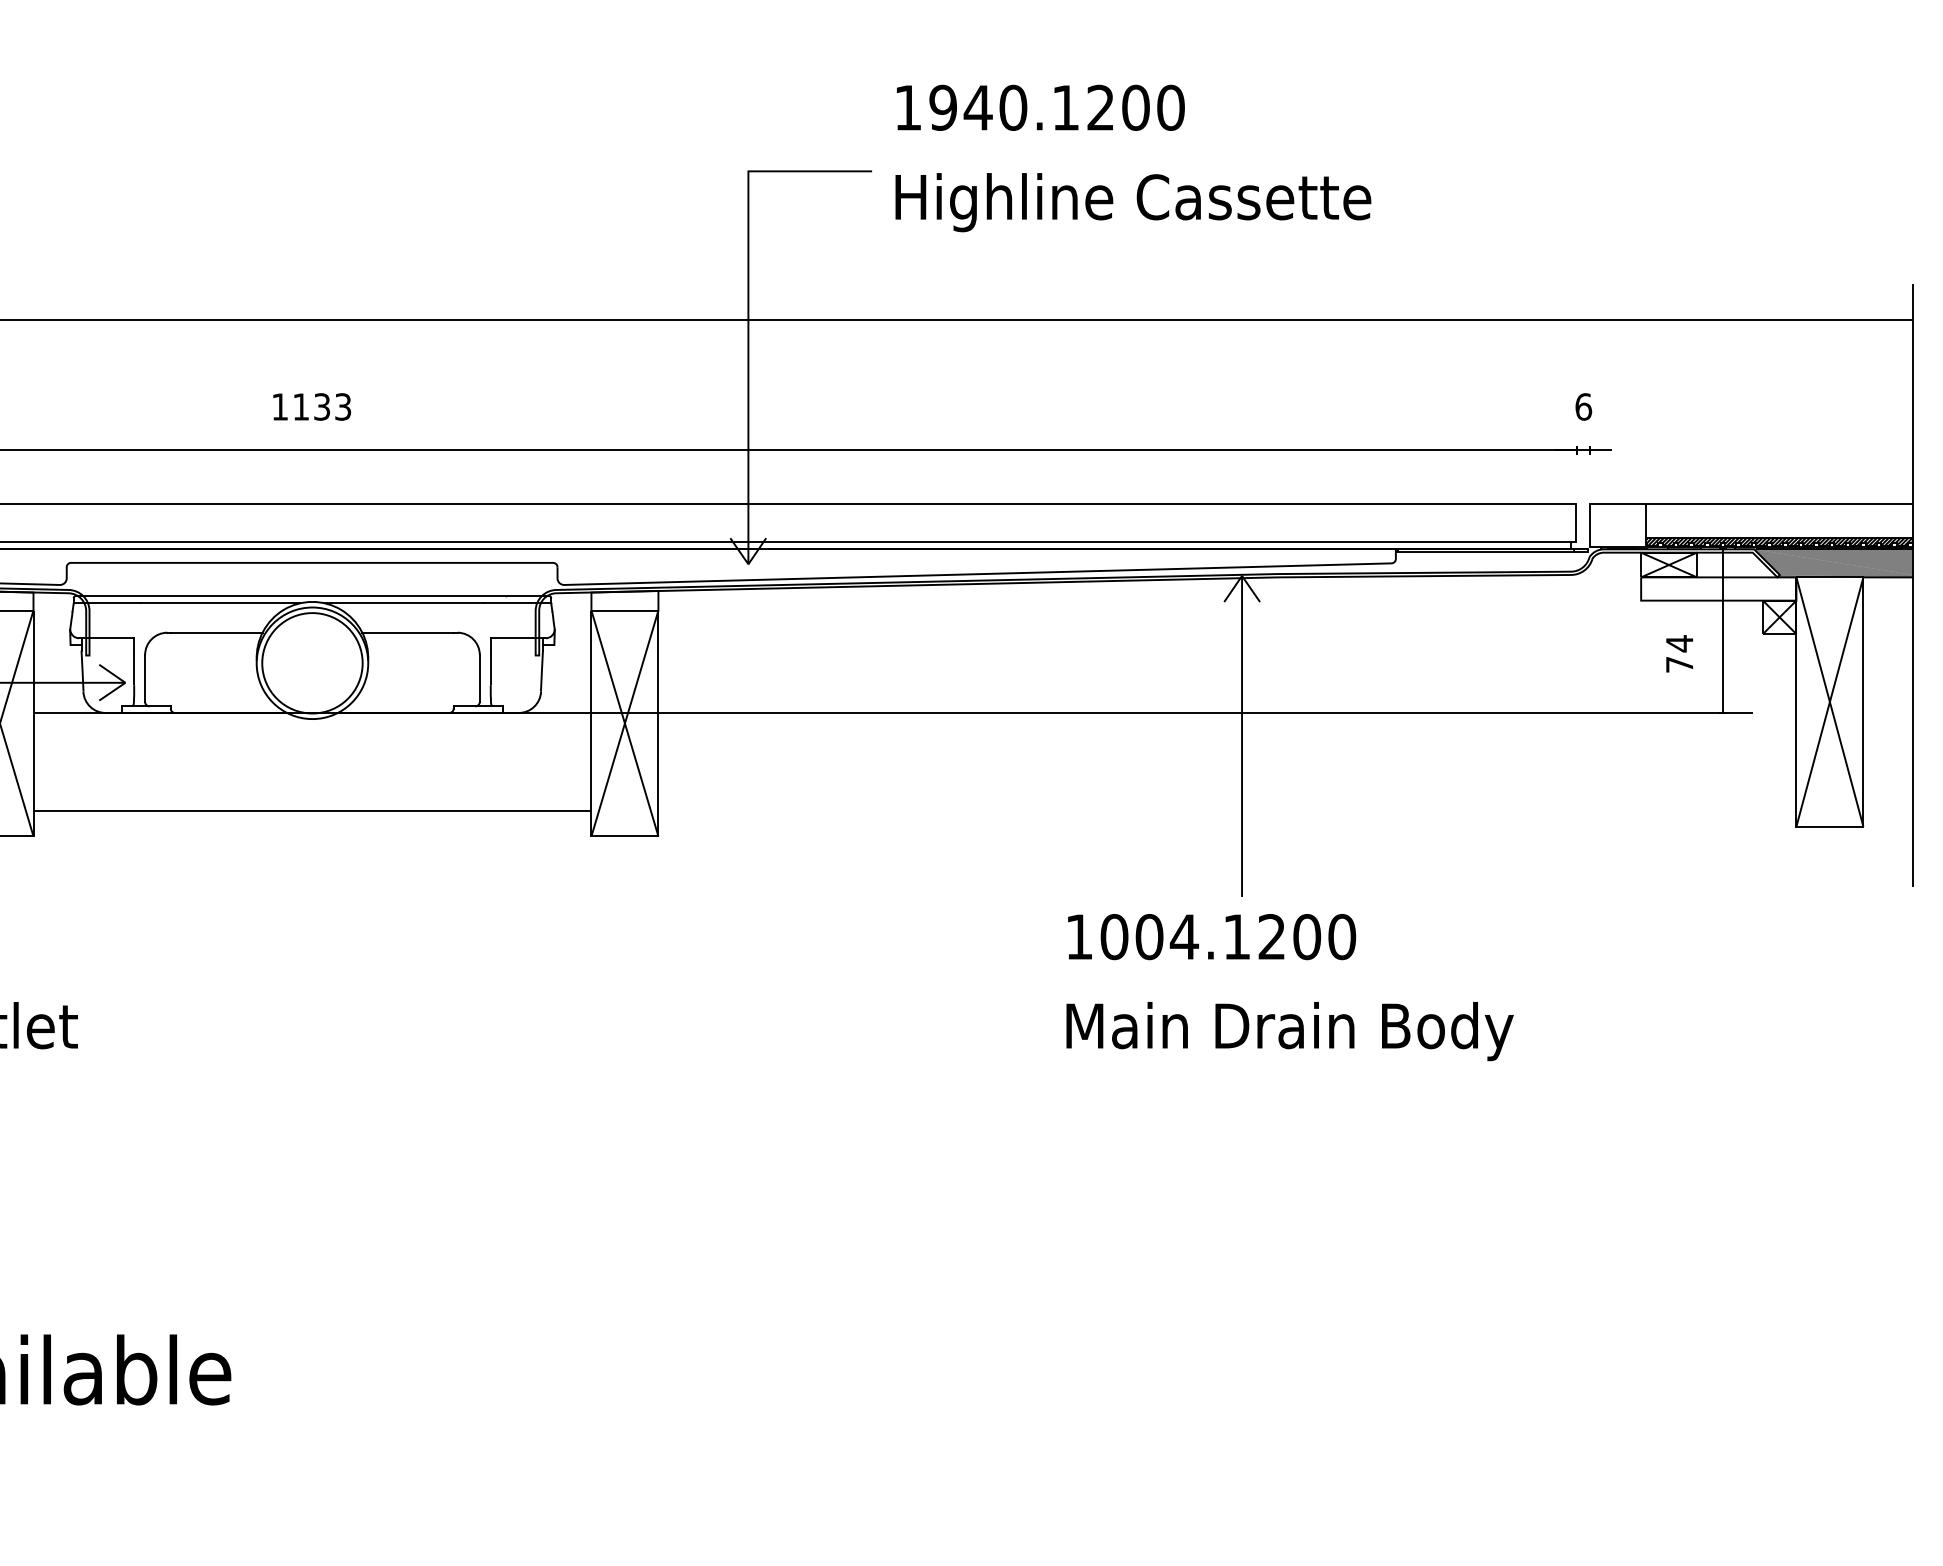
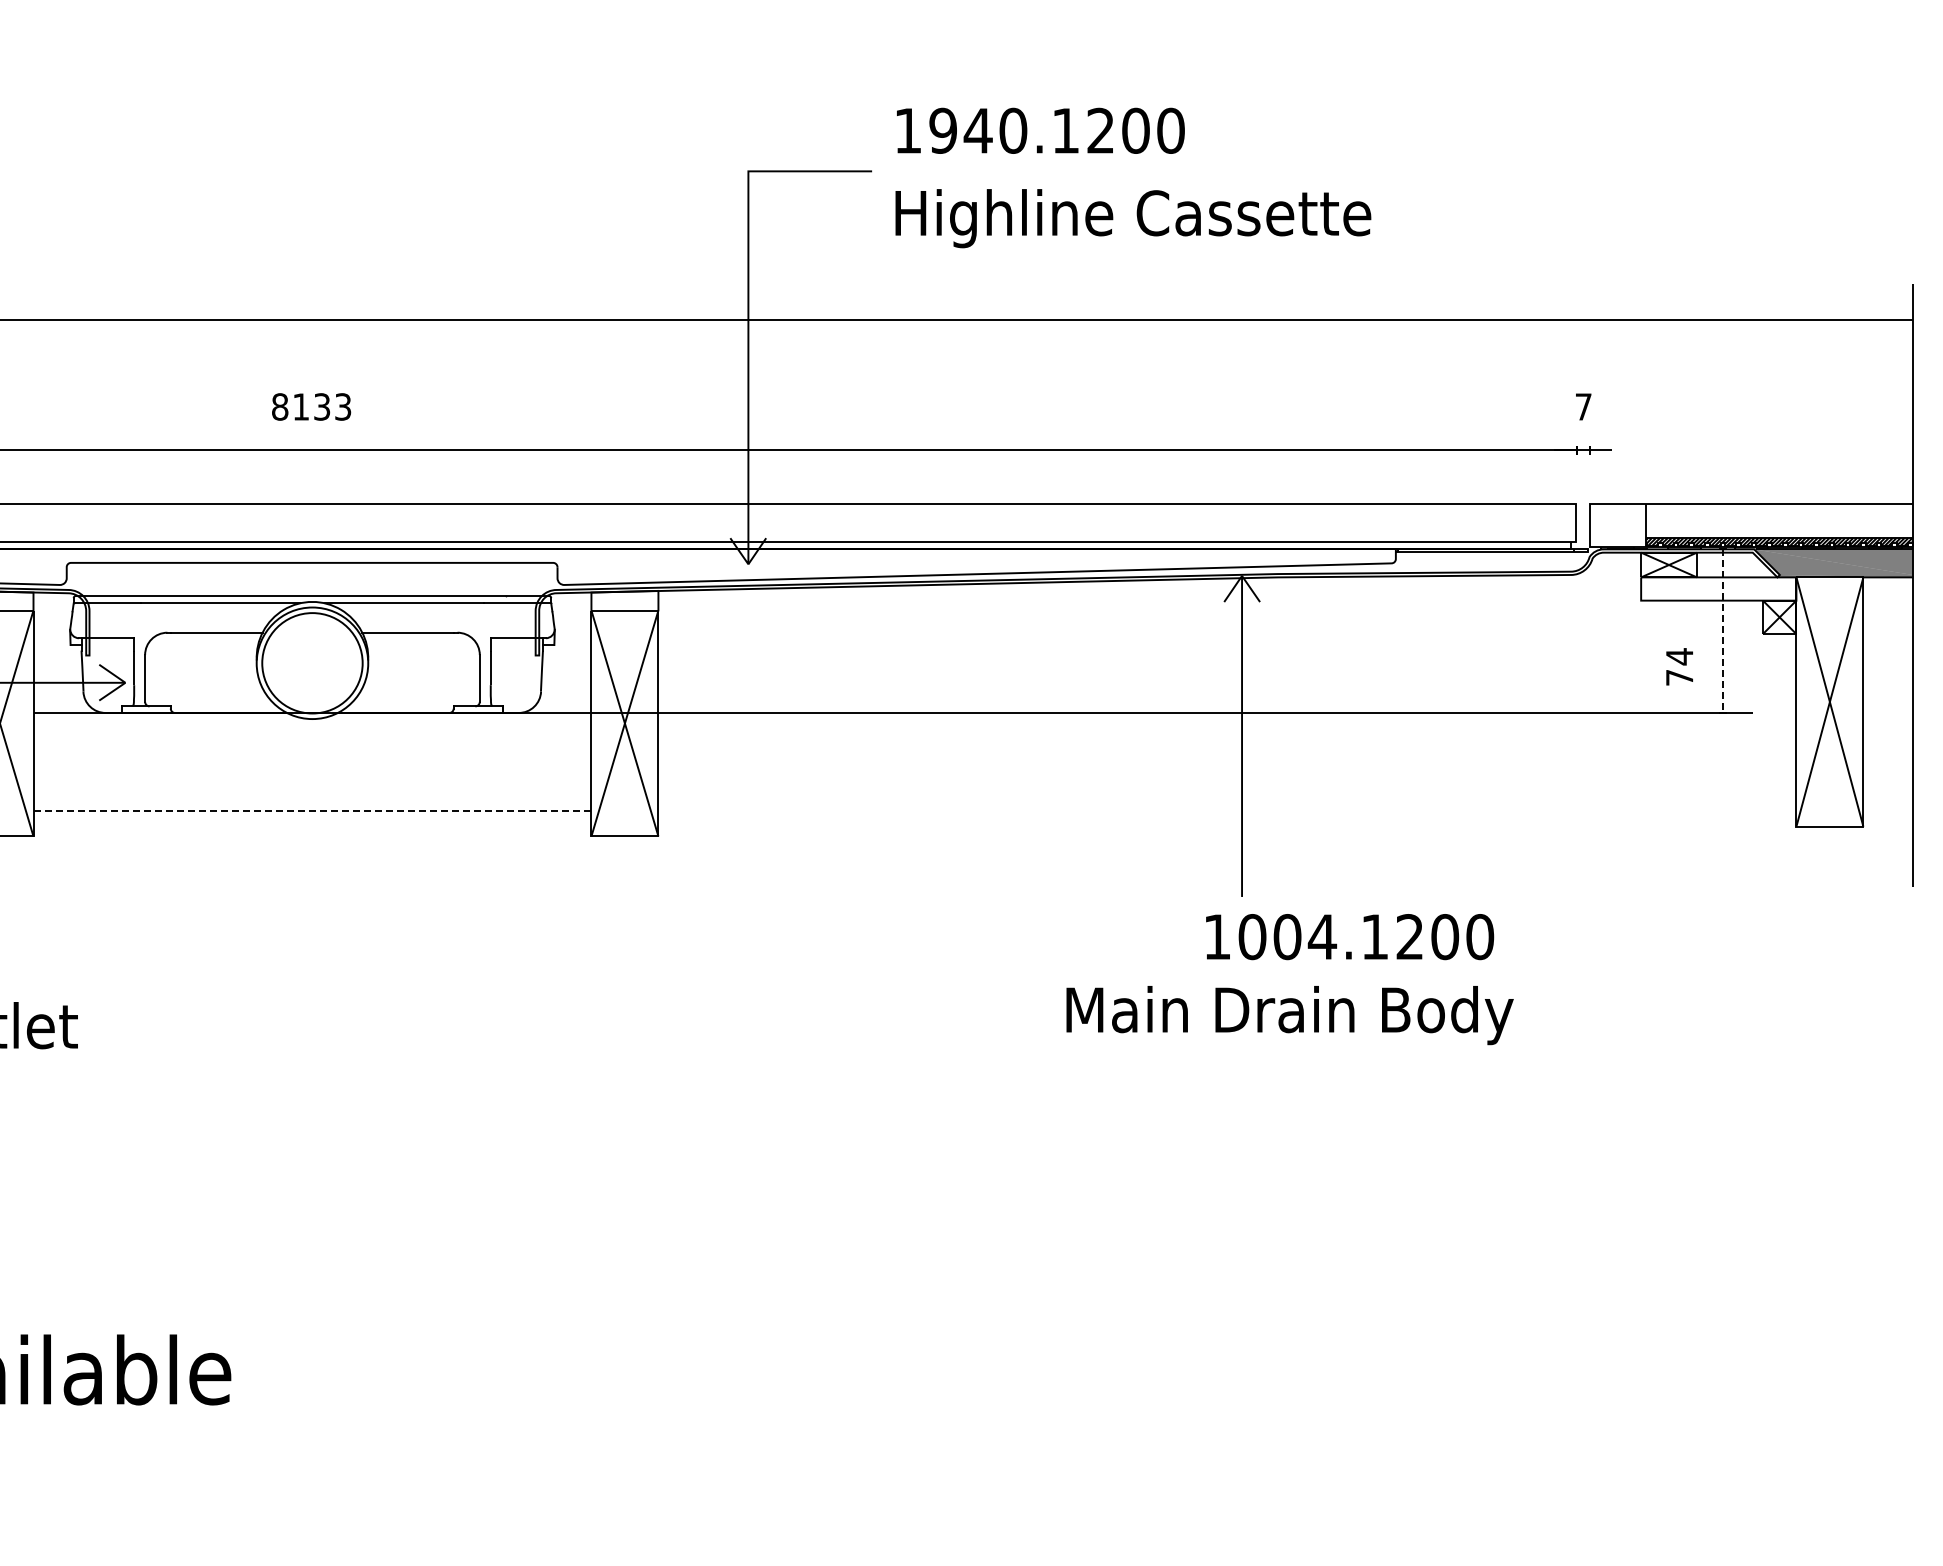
text at (1040, 107) position: (1040, 107) -> (1040, 130)
text at (1133, 202) position: (1133, 202) -> (1133, 218)
text at (280, 406): 1133 -> 8133
text at (1583, 406): 6 -> 7
line at (1722, 631): solid -> dashed
text at (1679, 653) position: (1679, 653) -> (1679, 666)
line at (312, 811): solid -> dashed
text at (1212, 937) position: (1212, 937) -> (1350, 937)
text at (1289, 1031) position: (1289, 1031) -> (1289, 1015)
